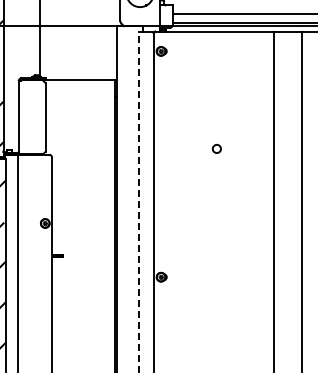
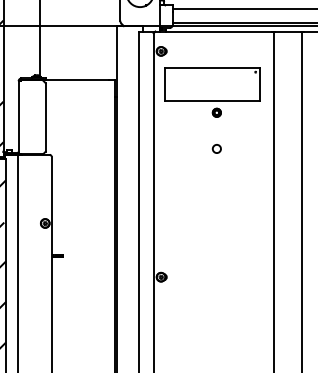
line at (243, 13) position: (243, 13) -> (243, 8)
part at (212, 92): none -> present
line at (139, 201): dashed -> solid
